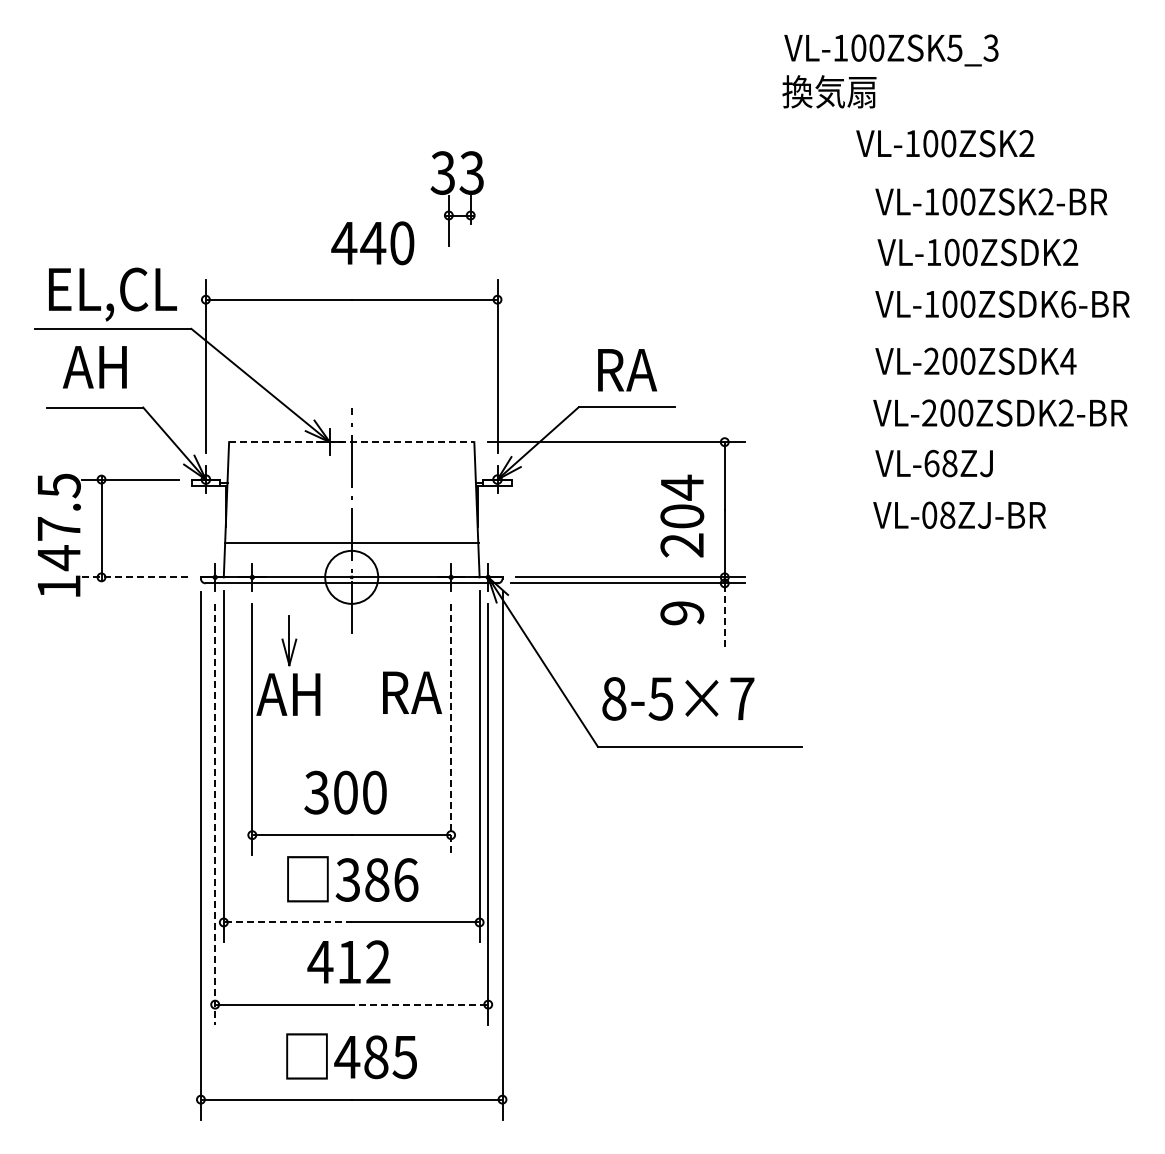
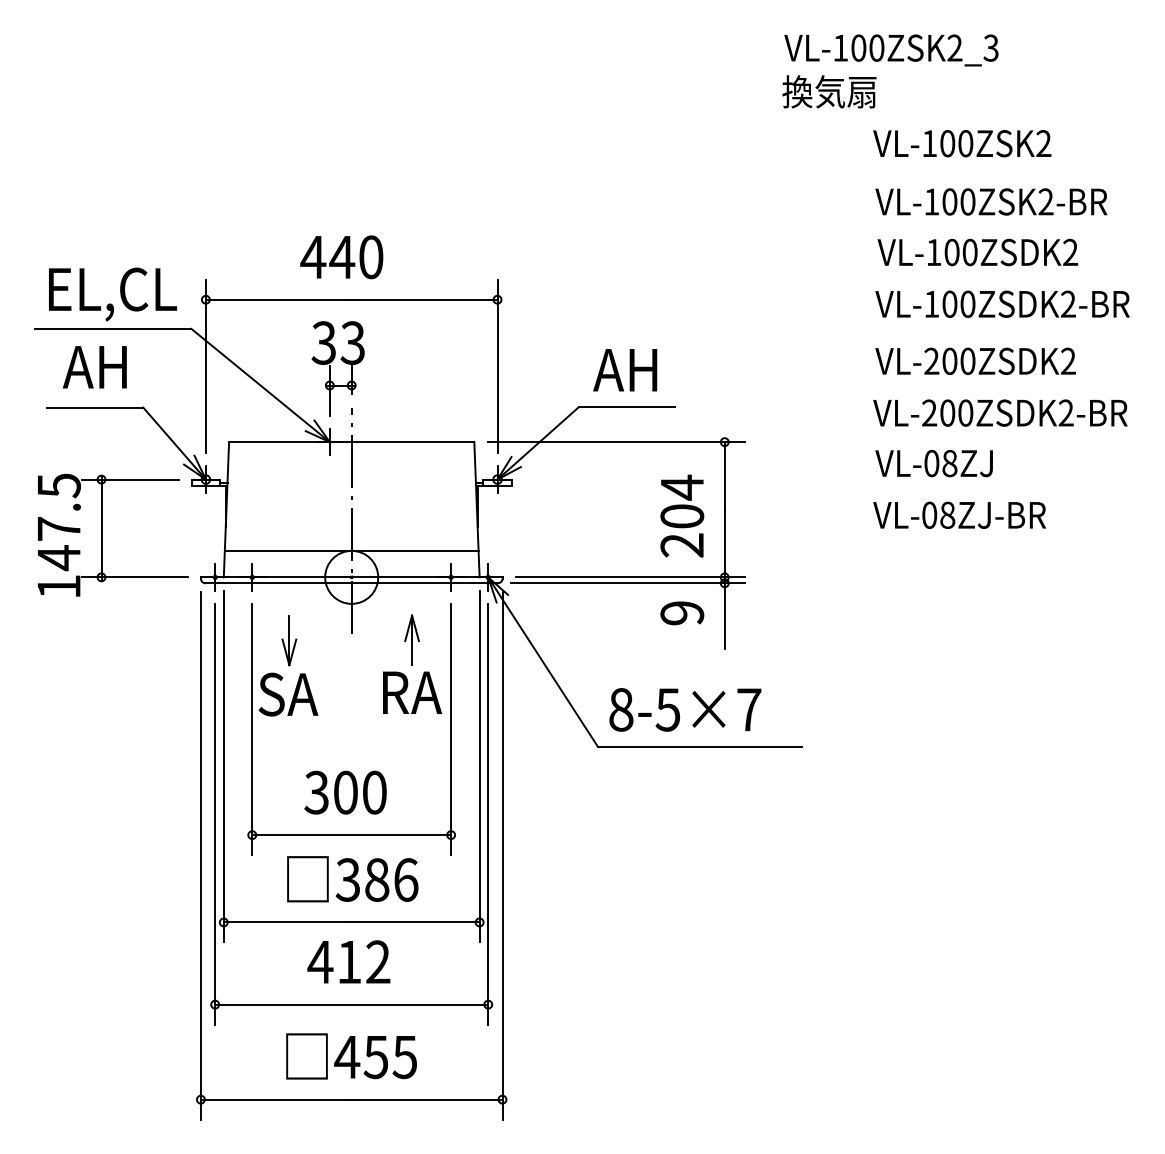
text at (954, 47): VL-100ZSK5_3 -> VL-100ZSK2_3
text at (945, 143) position: (945, 143) -> (962, 143)
part at (449, 198) position: (449, 198) -> (330, 368)
text at (372, 243) position: (372, 243) -> (341, 257)
text at (1068, 303): VL-100ZSDK6-BR -> VL-100ZSDK2-BR
text at (1068, 360): VL-200ZSDK4 -> VL-200ZSDK2
text at (625, 370): RA -> AH
line at (351, 442): dashed -> solid
text at (931, 463): VL-68ZJ -> VL-08ZJ
line at (351, 542) position: (351, 542) -> (351, 550)
line at (134, 577): dashed -> solid
line at (724, 616): dashed -> solid
part at (411, 639): none -> present
text at (288, 694): AH -> SA
text at (678, 698) position: (678, 698) -> (685, 709)
line at (451, 729): dashed -> solid
line at (215, 814): dashed -> solid
line at (288, 922): dashed -> solid
line at (419, 1004): dashed -> solid
text at (375, 1057): 485 -> 455
